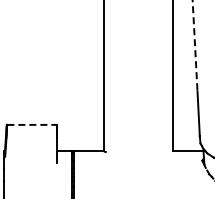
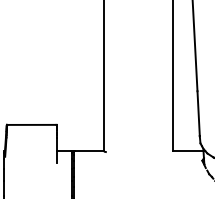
line at (195, 45): dashed -> solid
line at (31, 124): dashed -> solid
